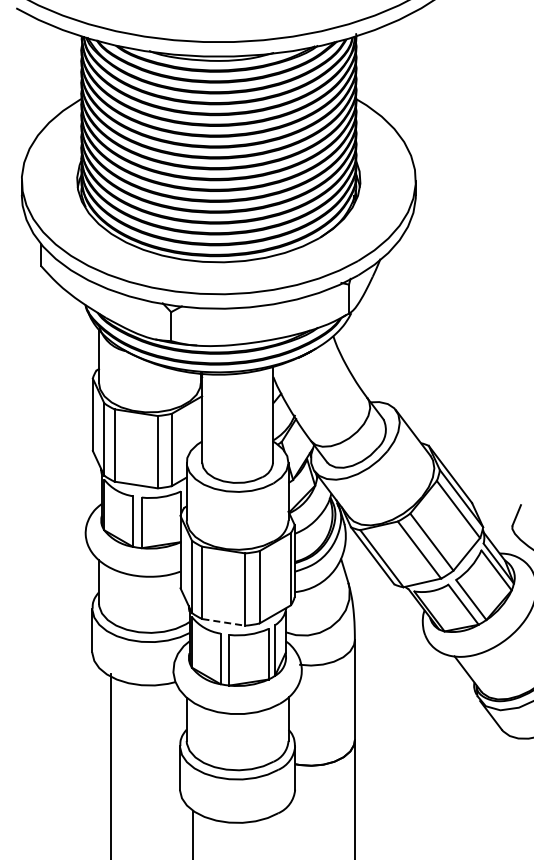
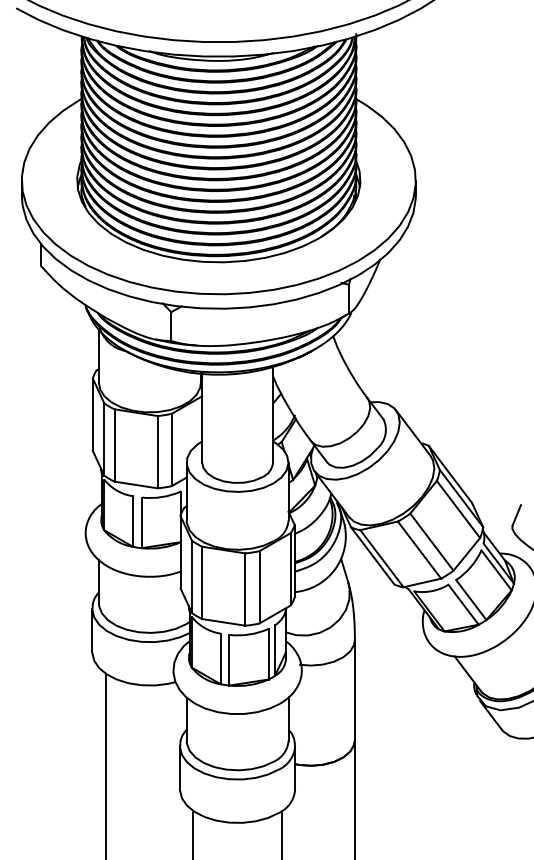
line at (223, 622): dashed -> solid
line at (110, 764) position: (110, 764) -> (105, 764)
line at (281, 833): none -> present
